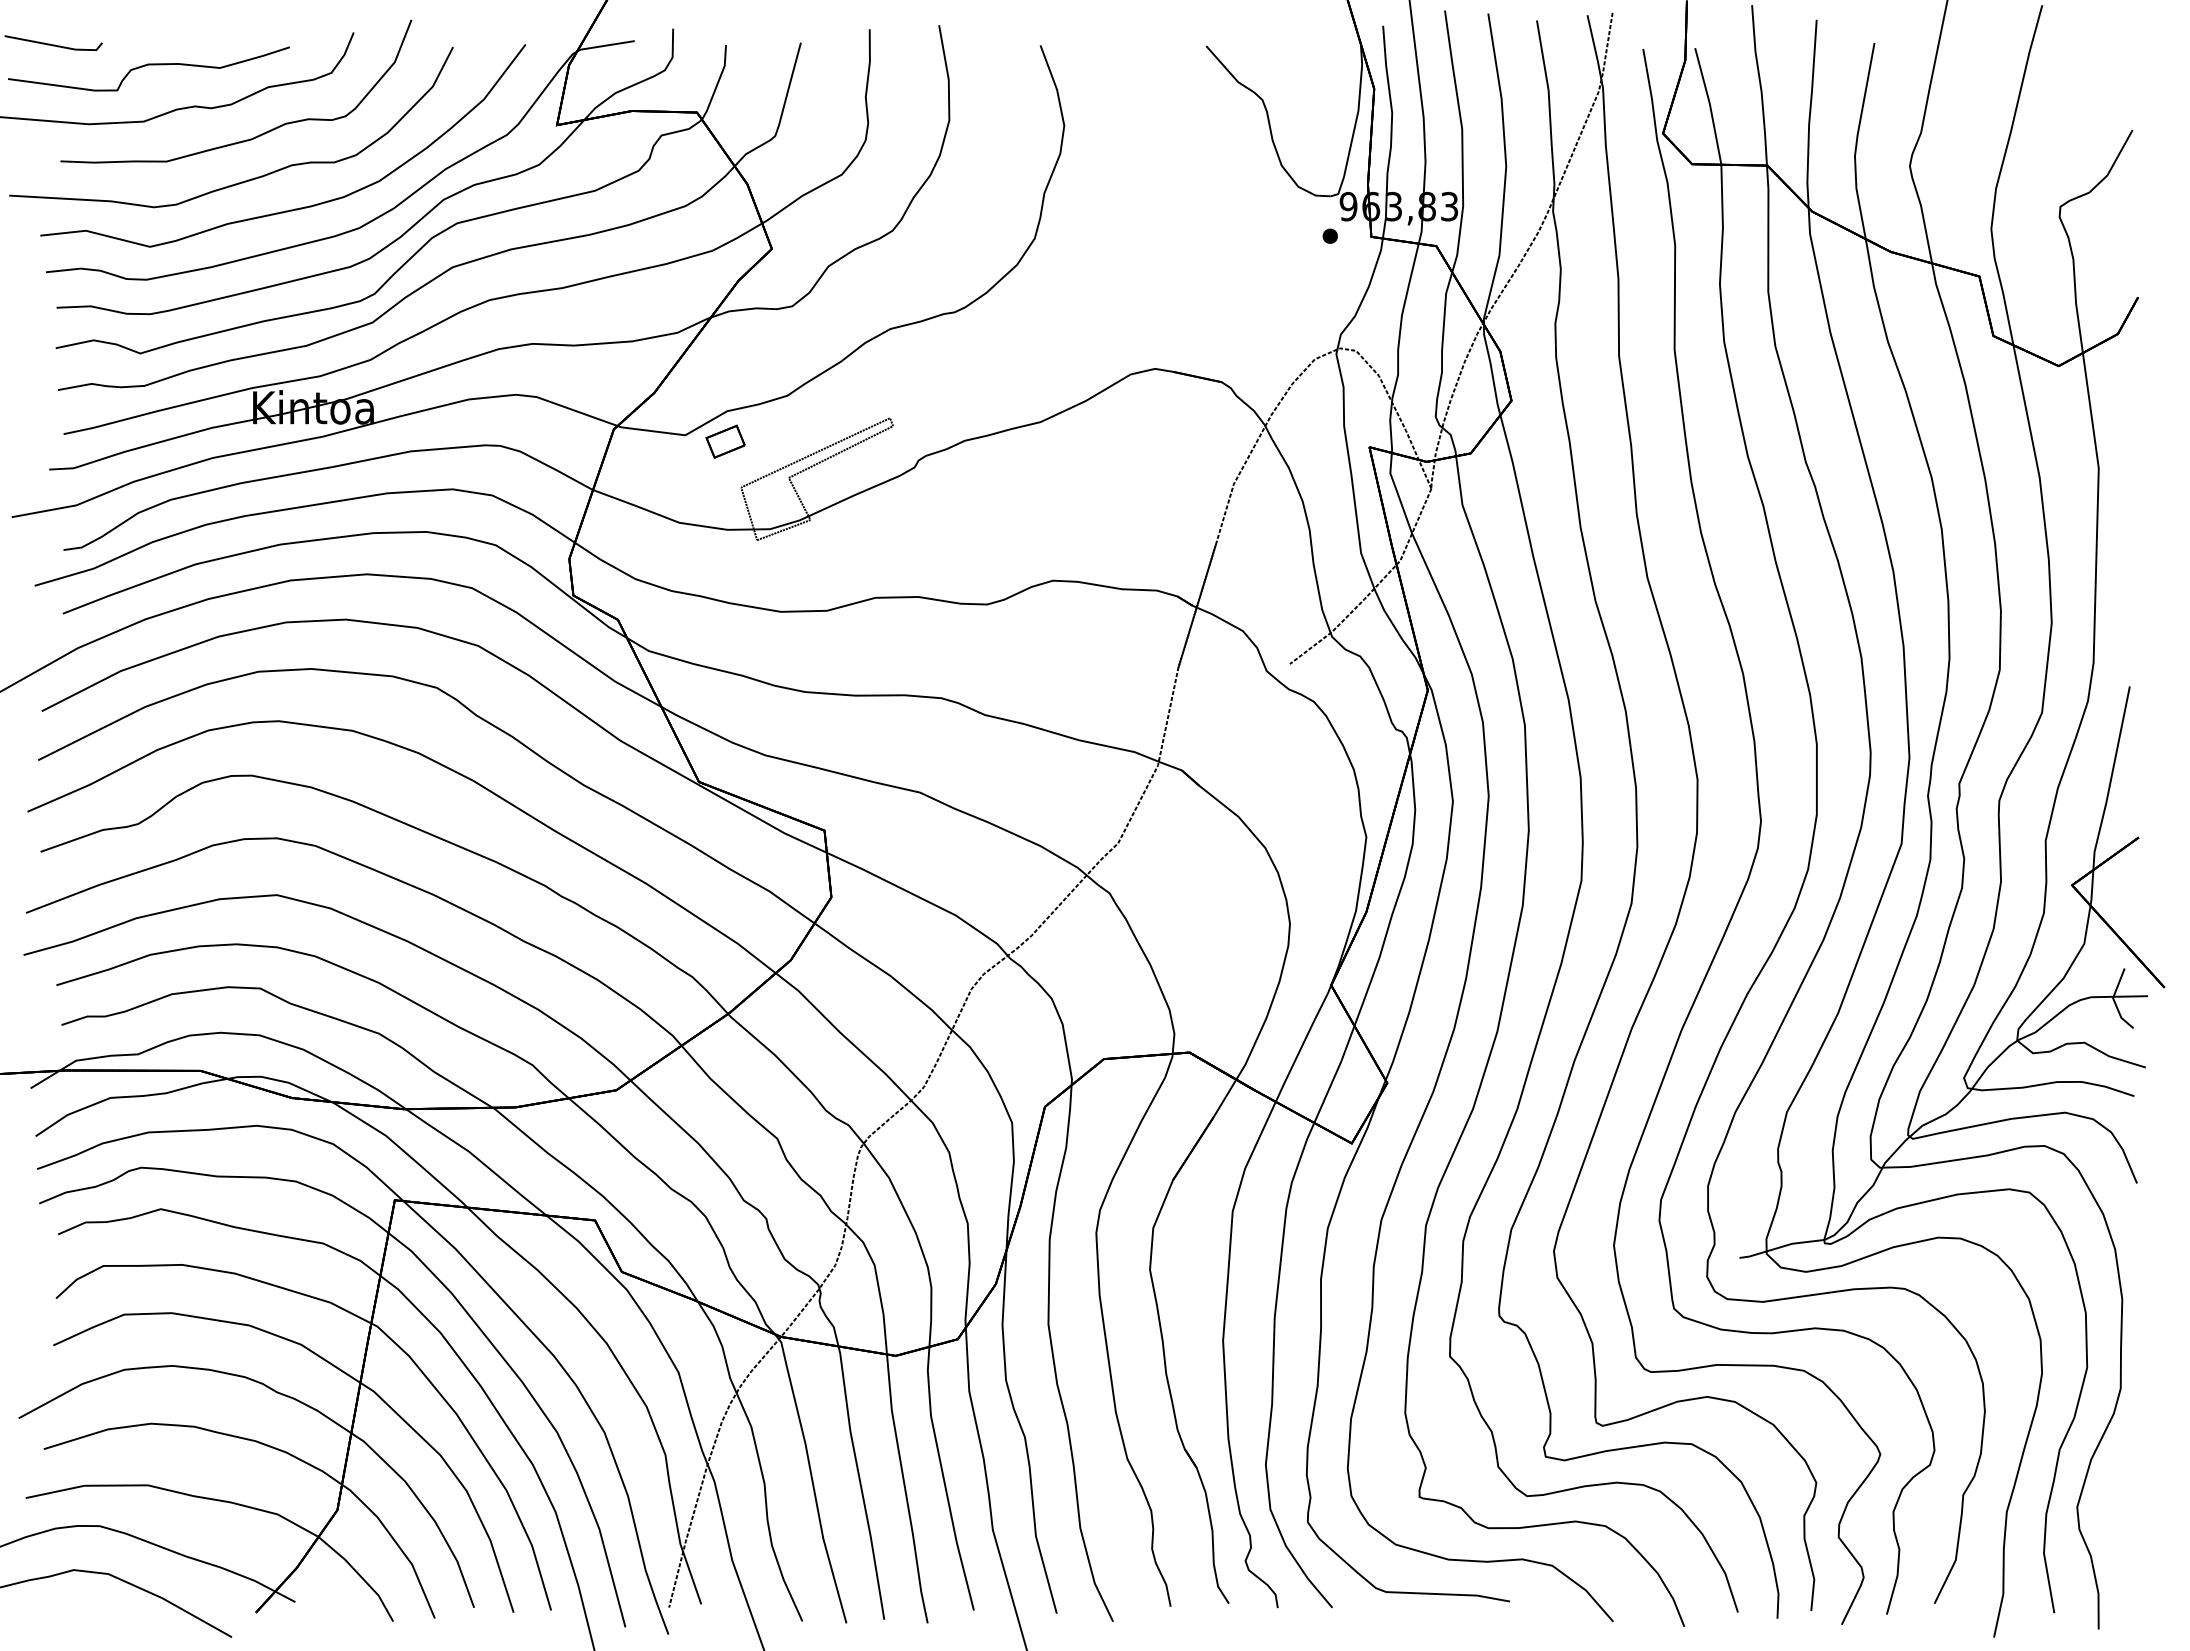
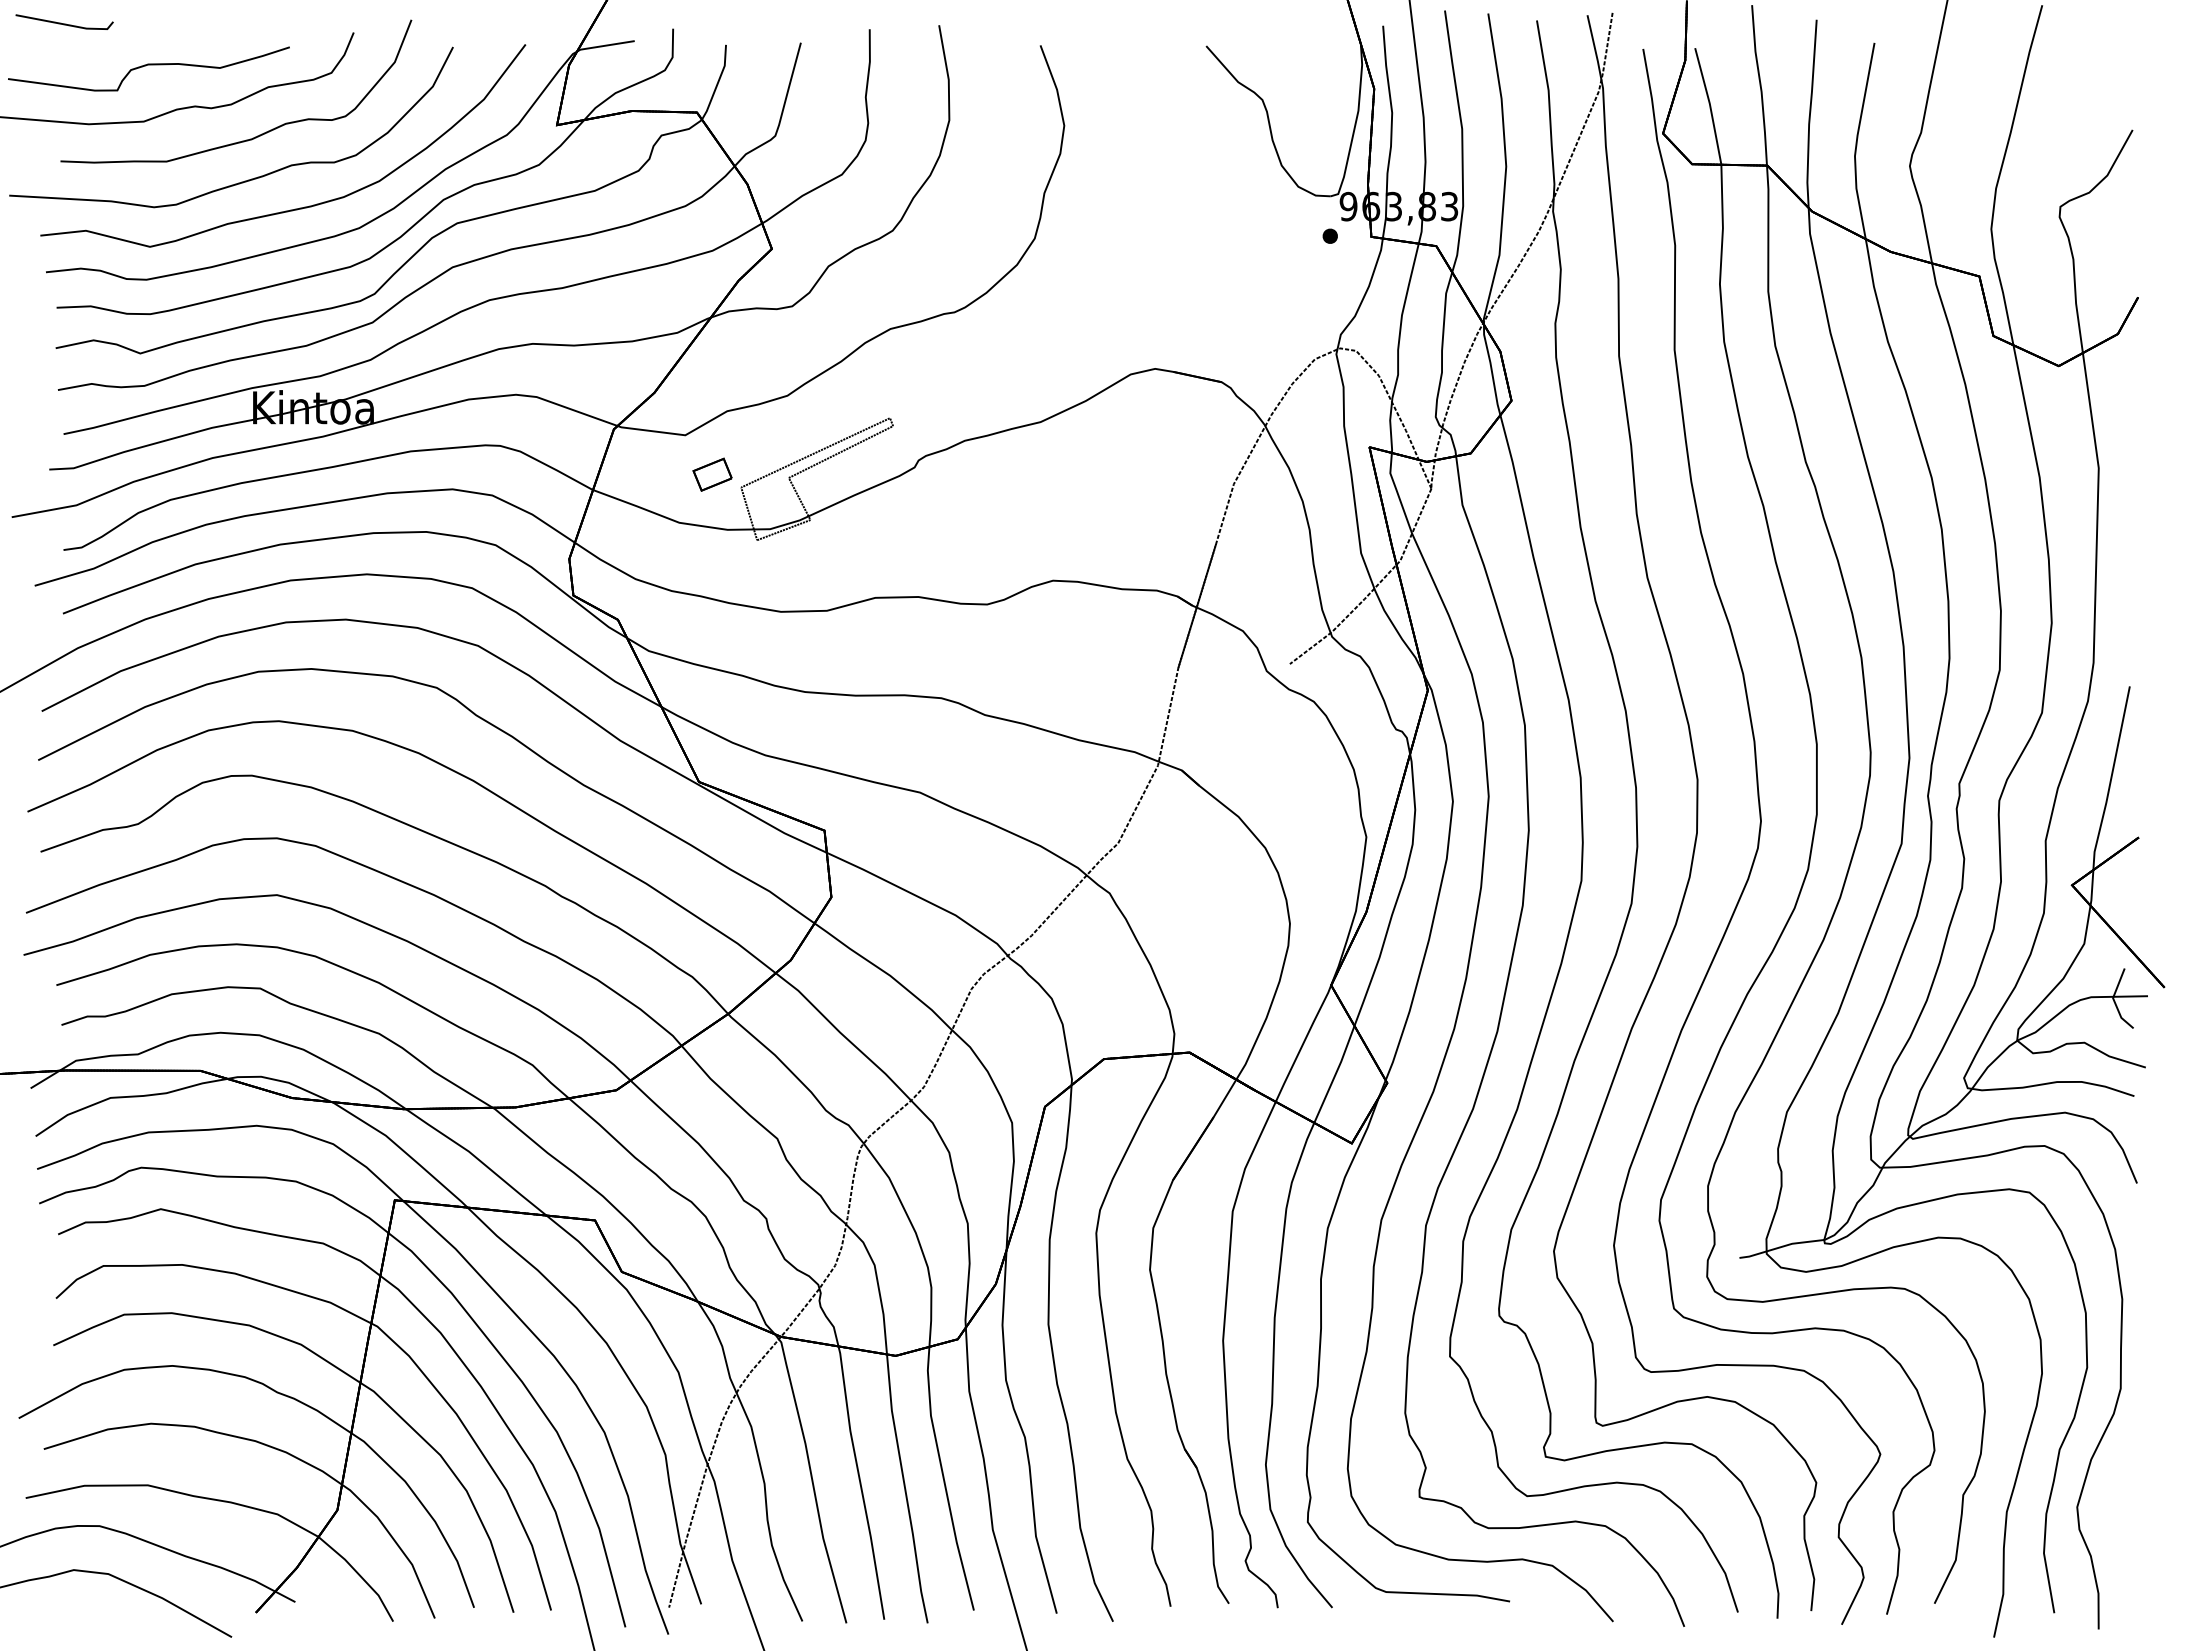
line at (53, 44) position: (53, 44) -> (64, 23)
part at (725, 441) position: (725, 441) -> (712, 474)
